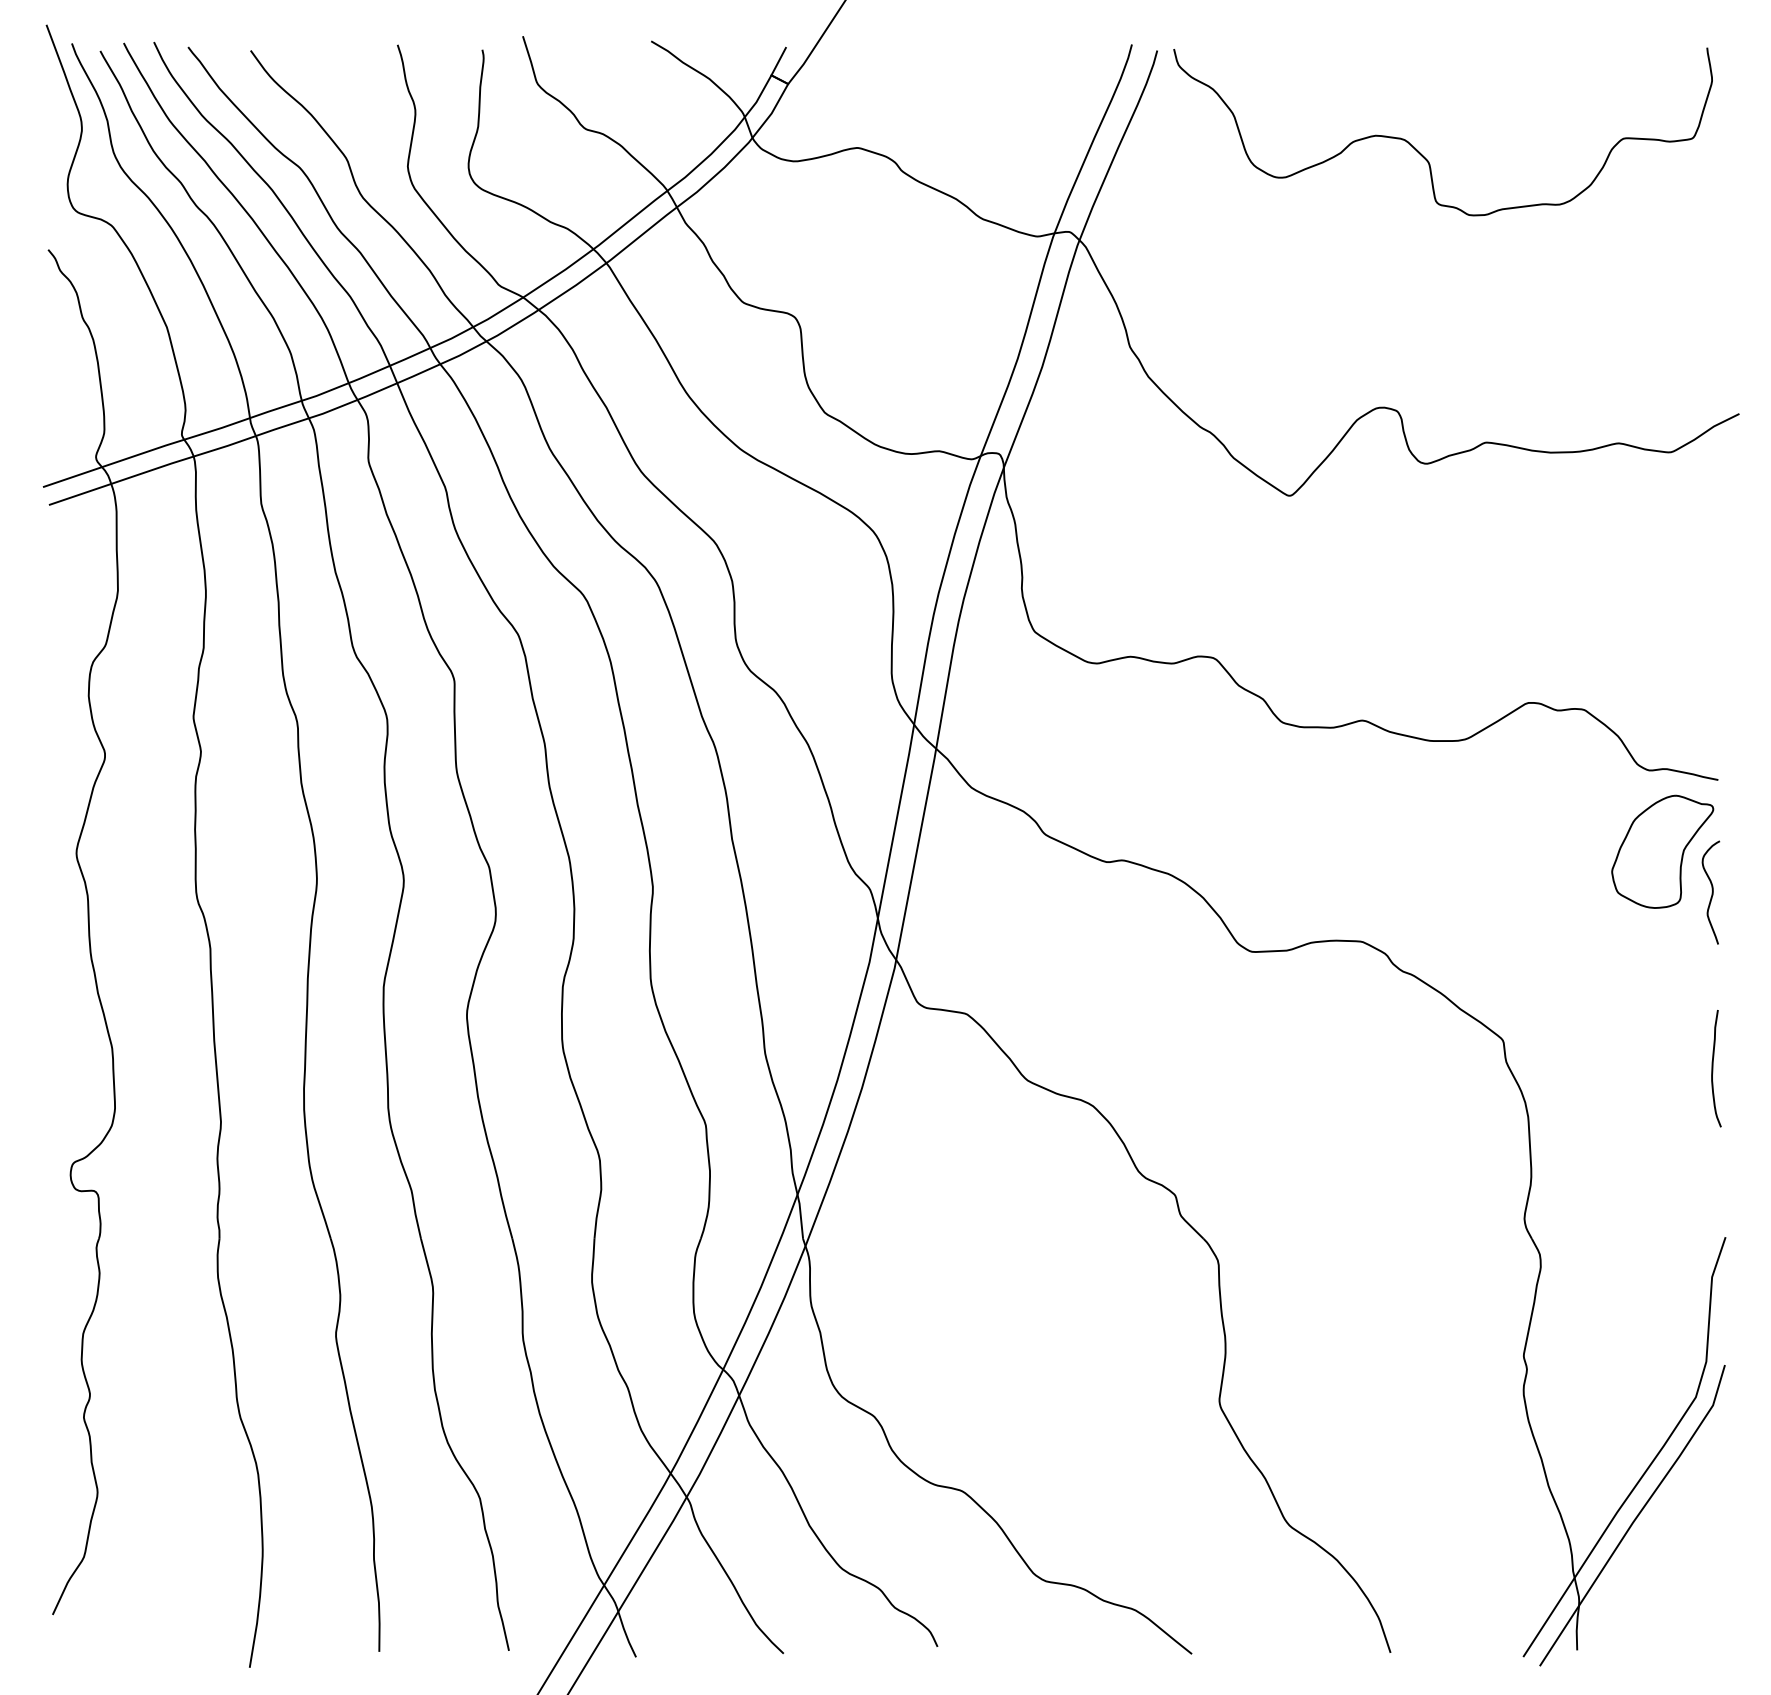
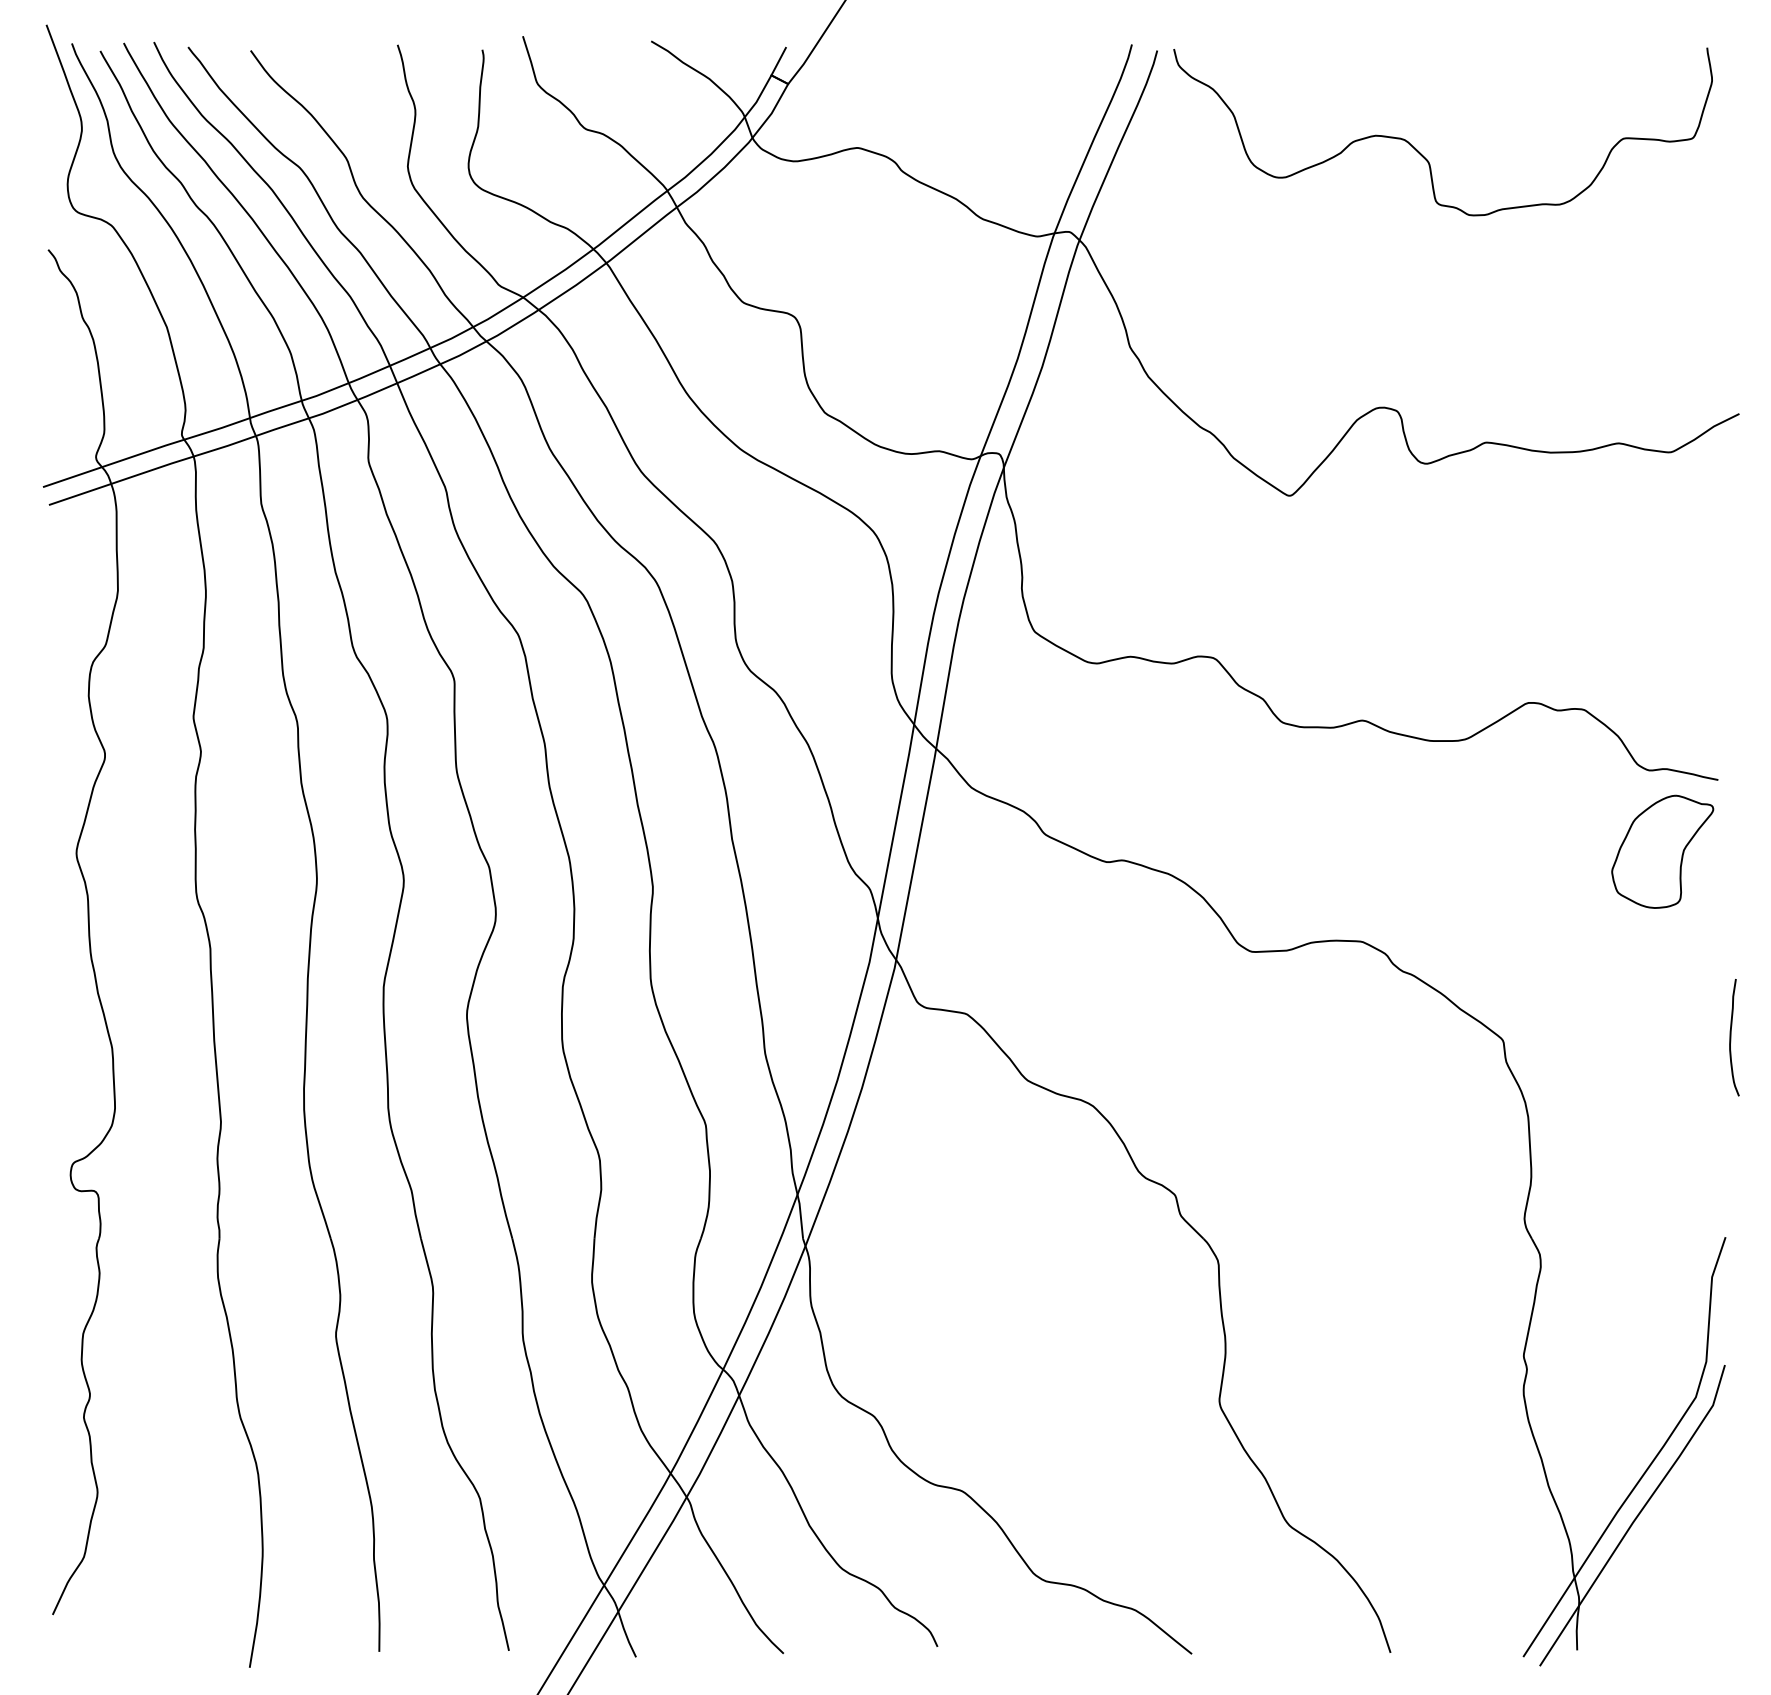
curve at (1711, 892): present -> none
curve at (1713, 1068) position: (1713, 1068) -> (1731, 1037)
